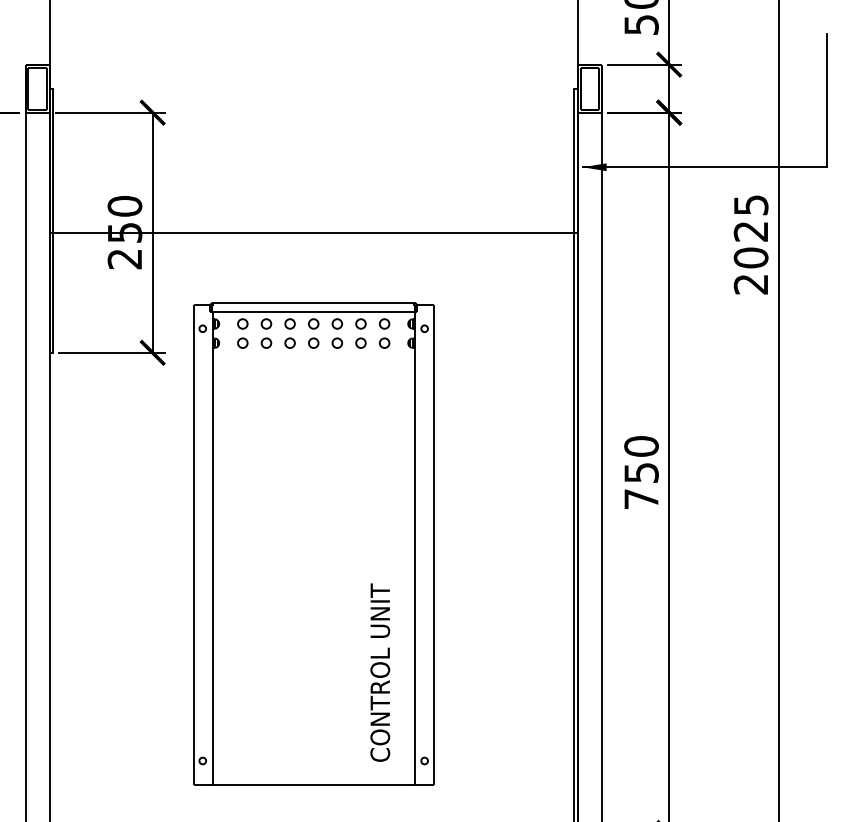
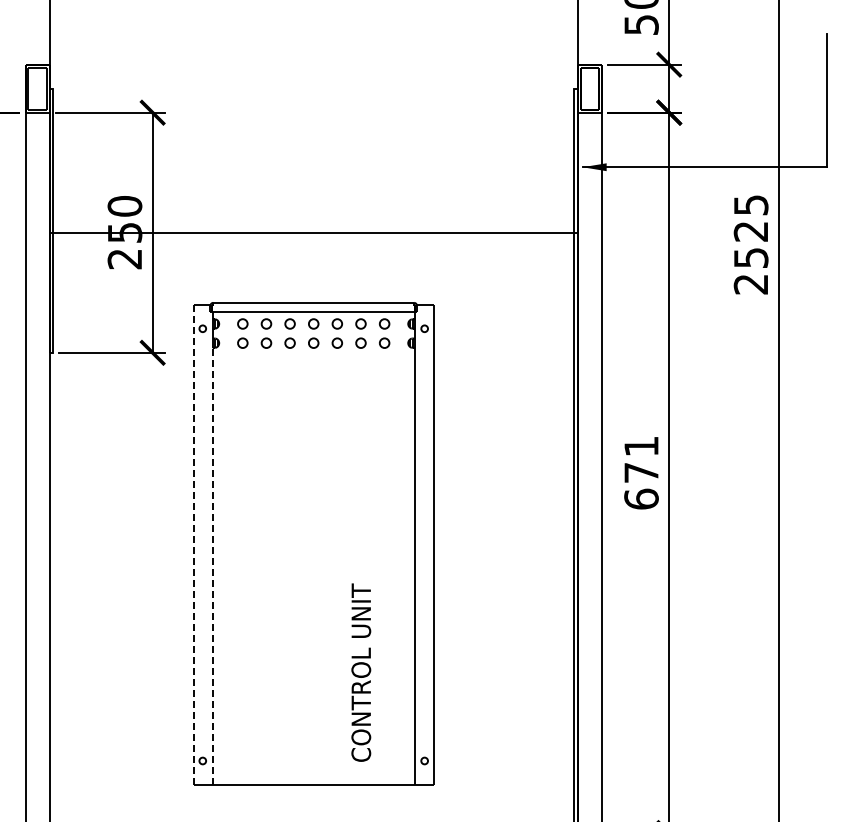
text at (750, 257): 2025 -> 2525
text at (641, 472): 750 -> 671
line at (193, 545): solid -> dashed
line at (212, 566): solid -> dashed
text at (380, 672) position: (380, 672) -> (361, 672)
